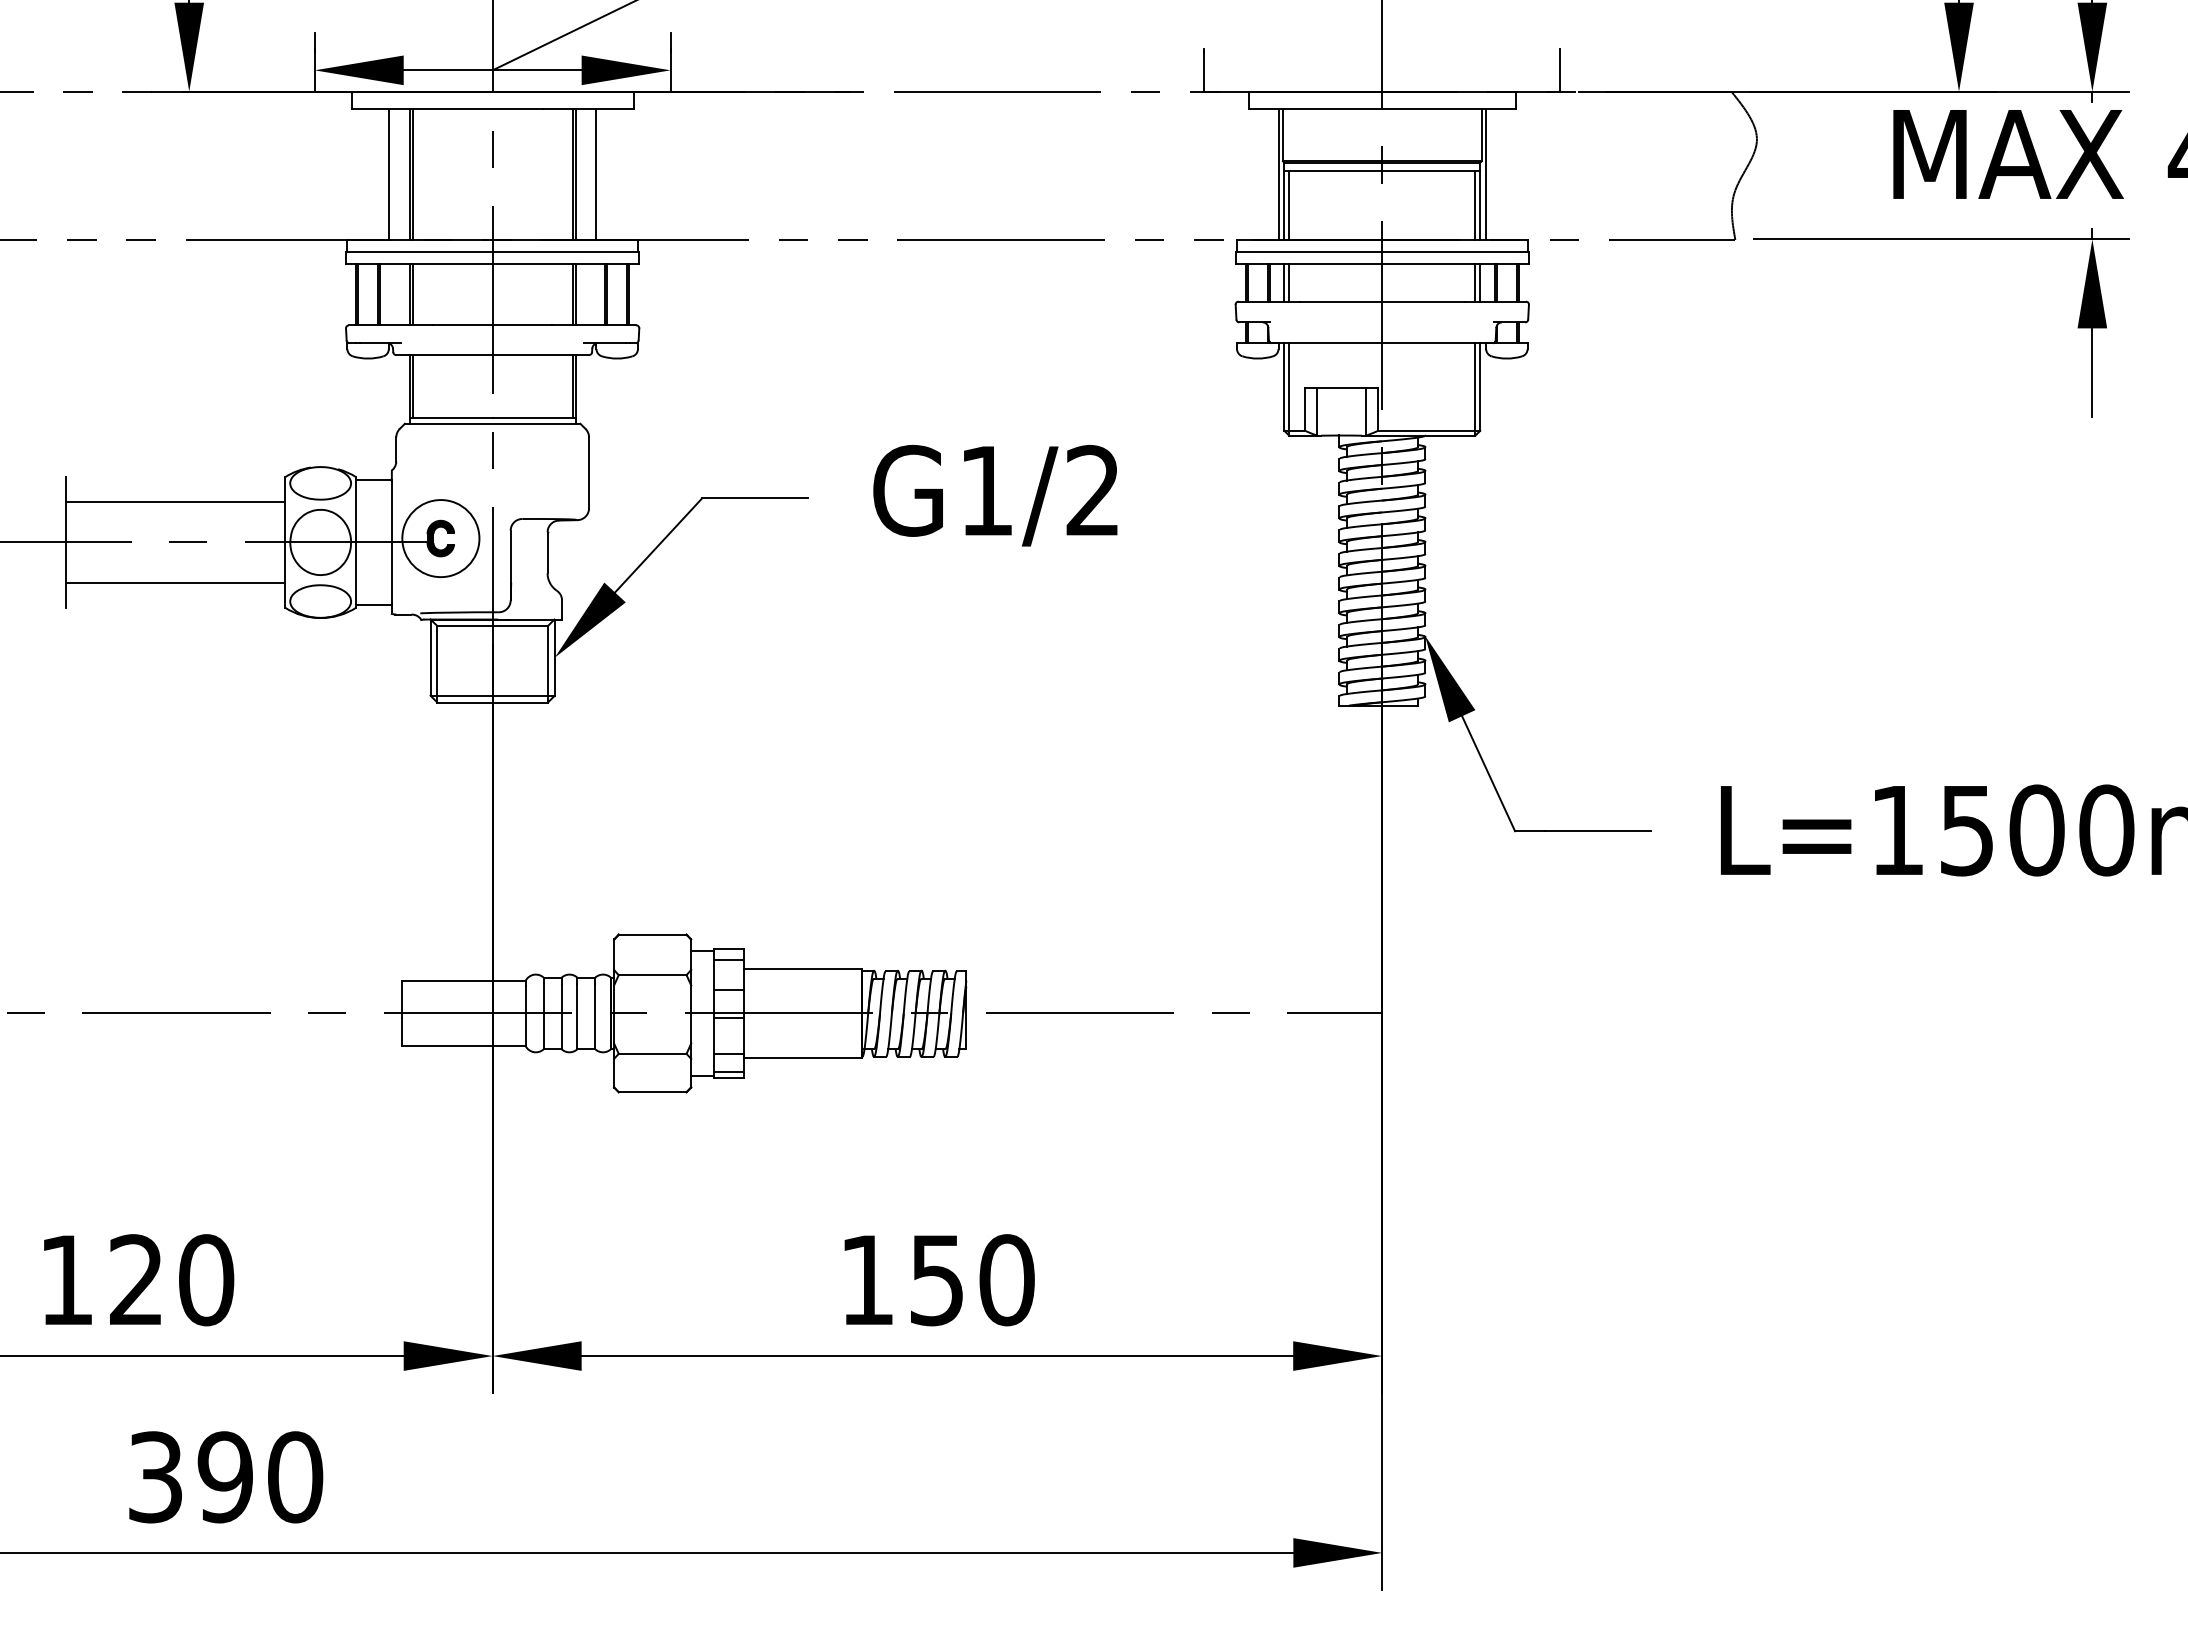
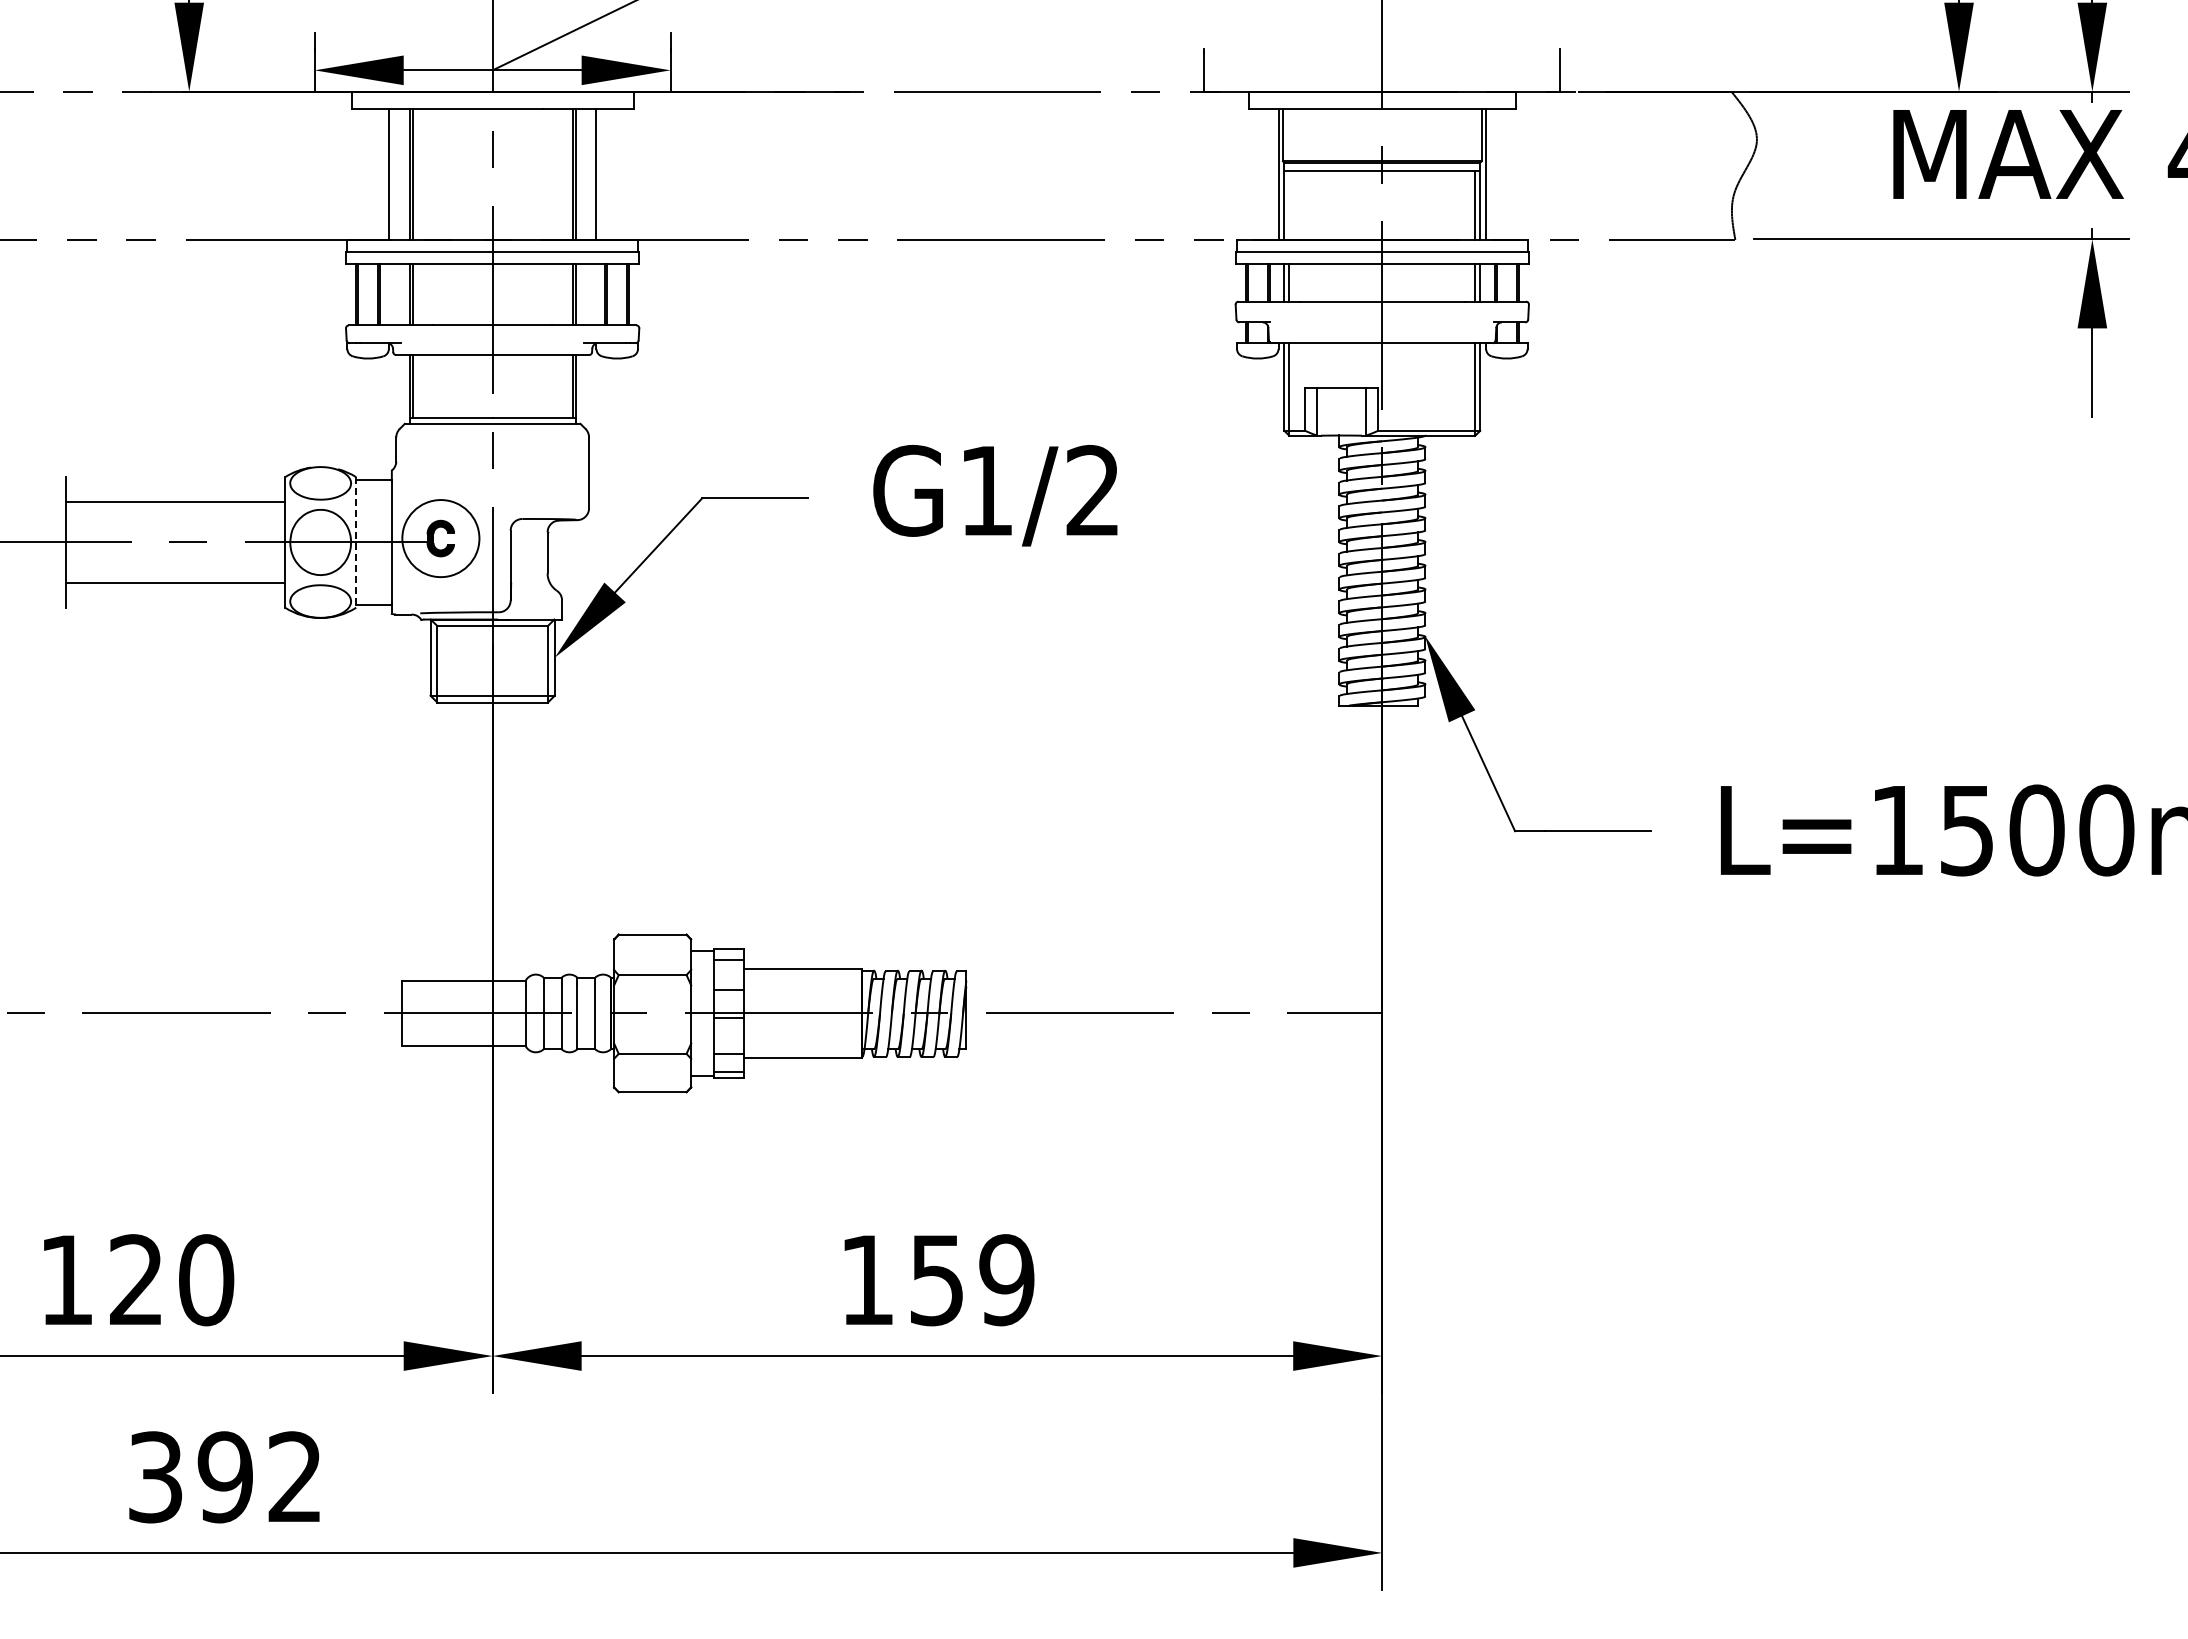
line at (1289, 205): present -> none
line at (356, 542): solid -> dashed
text at (1006, 1280): 150 -> 159
text at (295, 1477): 390 -> 392
